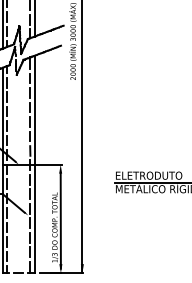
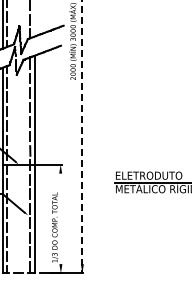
line at (34, 19): present -> none
line at (82, 137): solid -> dashed
line at (60, 220): present -> none
